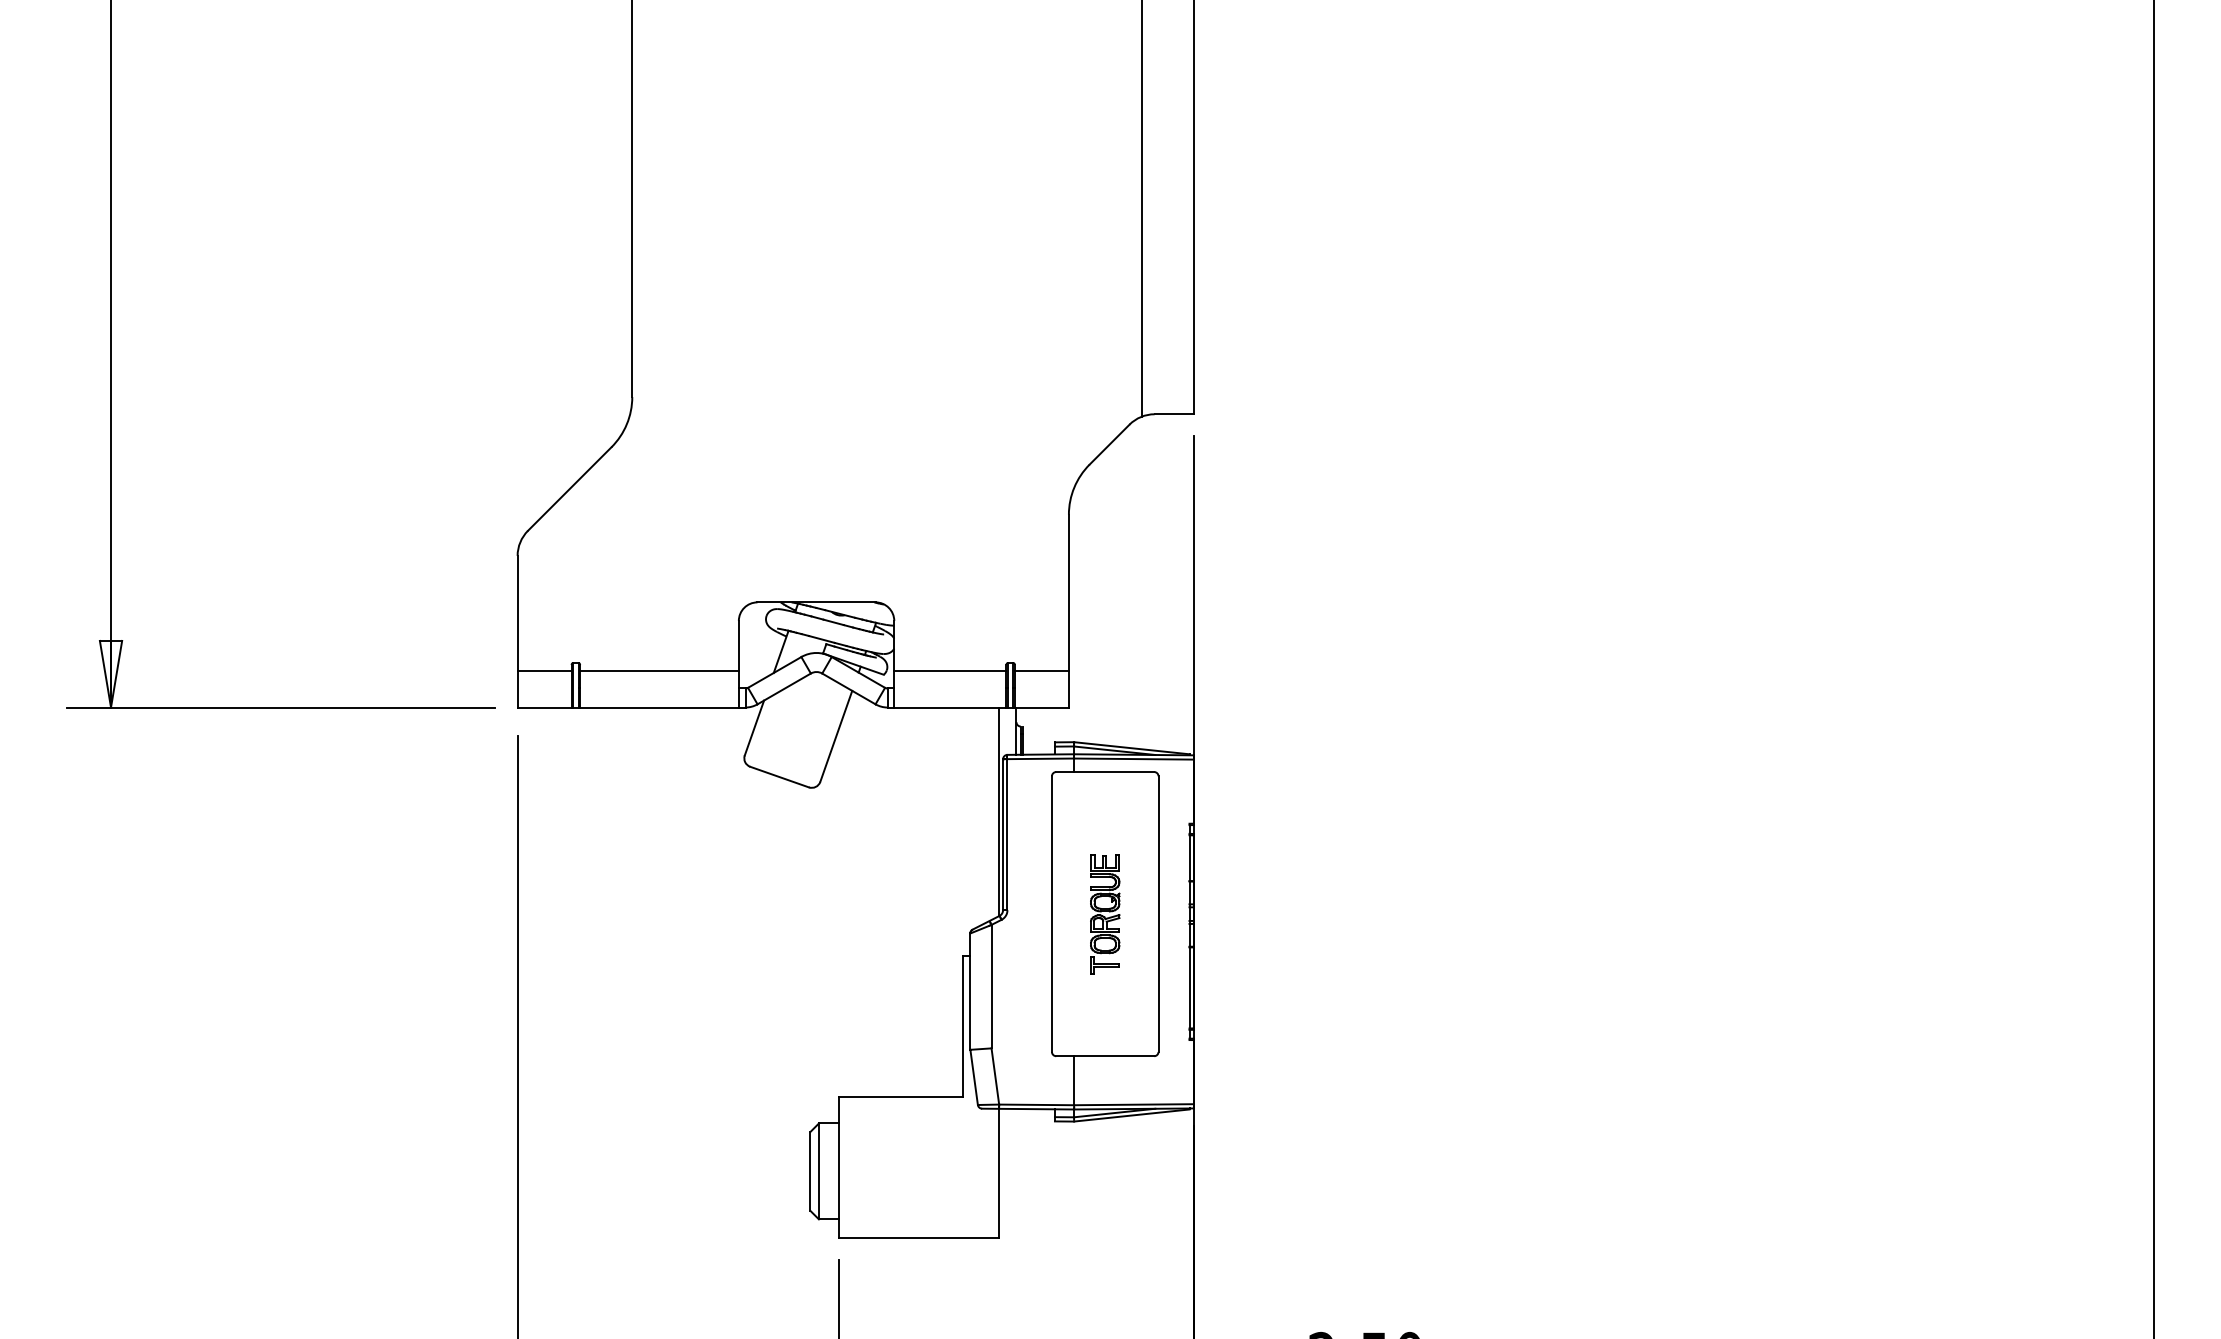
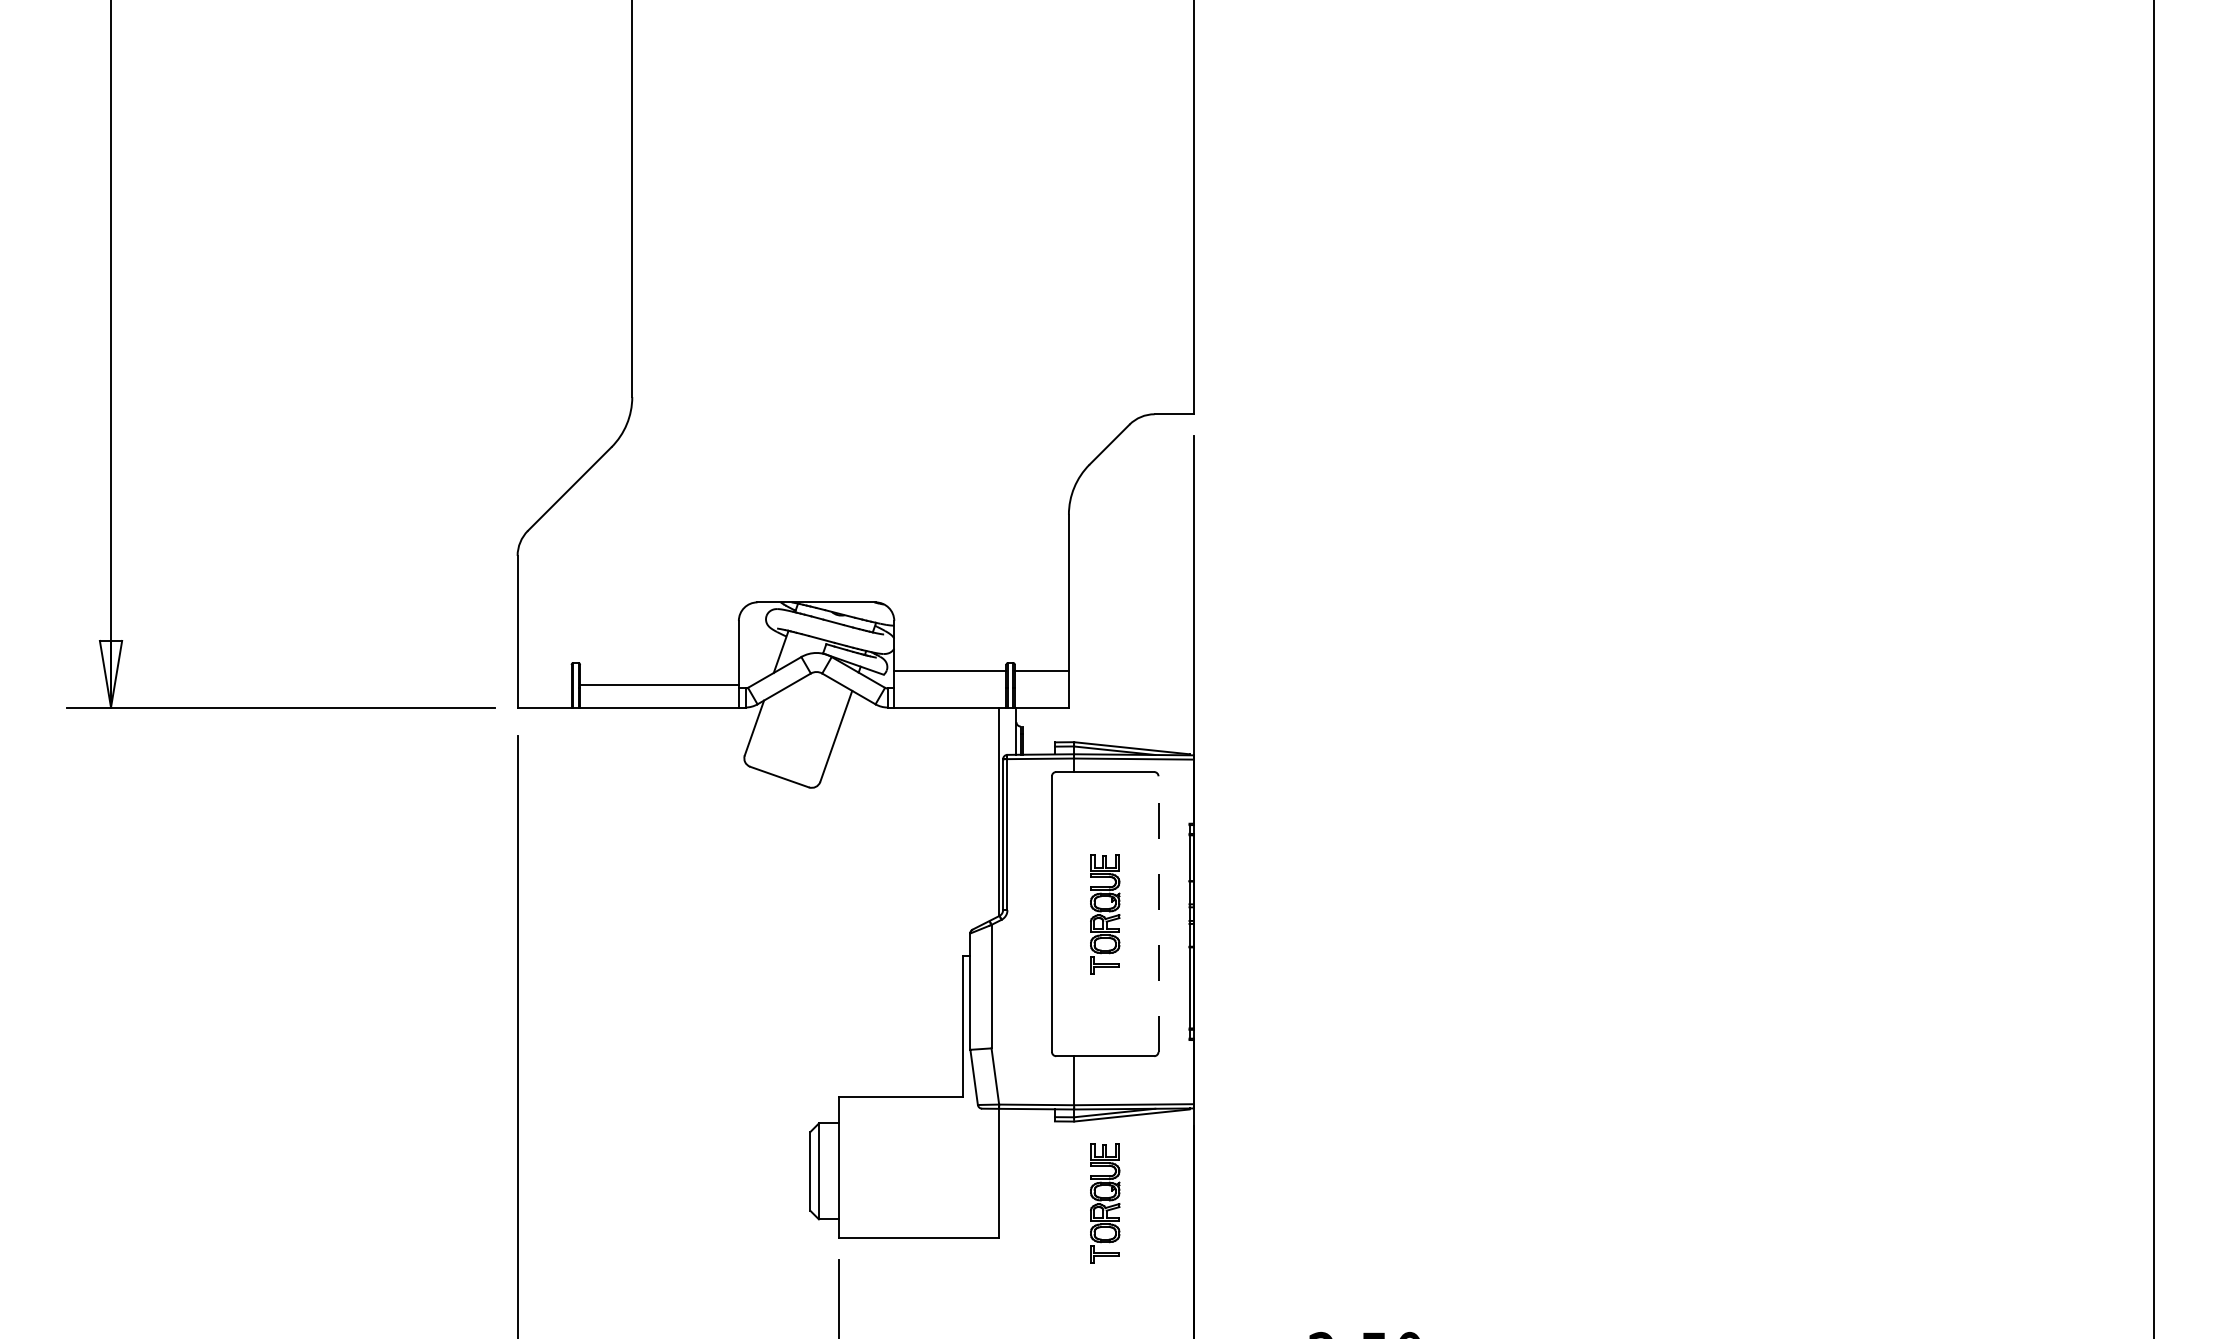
line at (1142, 209): present -> none
line at (544, 671): present -> none
line at (659, 671) position: (659, 671) -> (659, 685)
line at (1158, 914): solid -> dashed
part at (1105, 1203): none -> present
